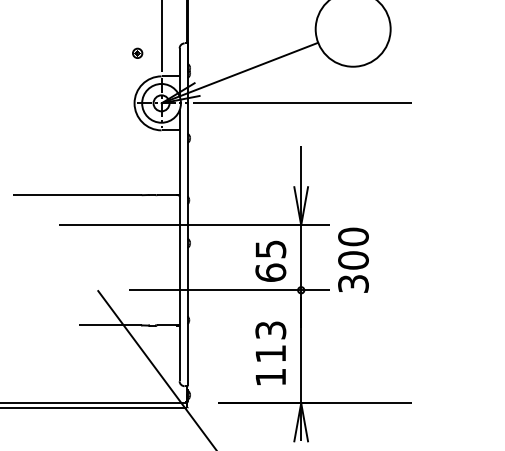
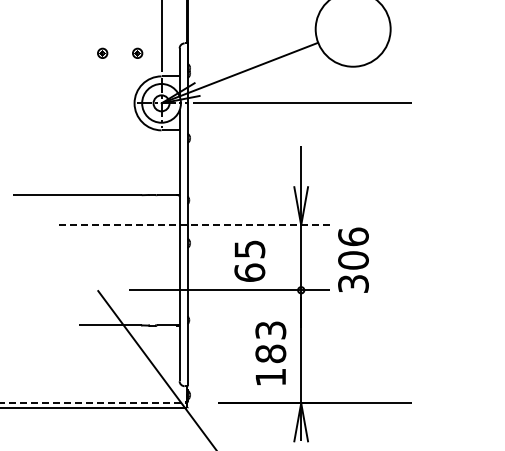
part at (102, 52): none -> present
line at (195, 225): solid -> dashed
text at (353, 236): 300 -> 306
text at (270, 260) position: (270, 260) -> (249, 260)
text at (270, 353): 113 -> 183
line at (96, 403): solid -> dashed
